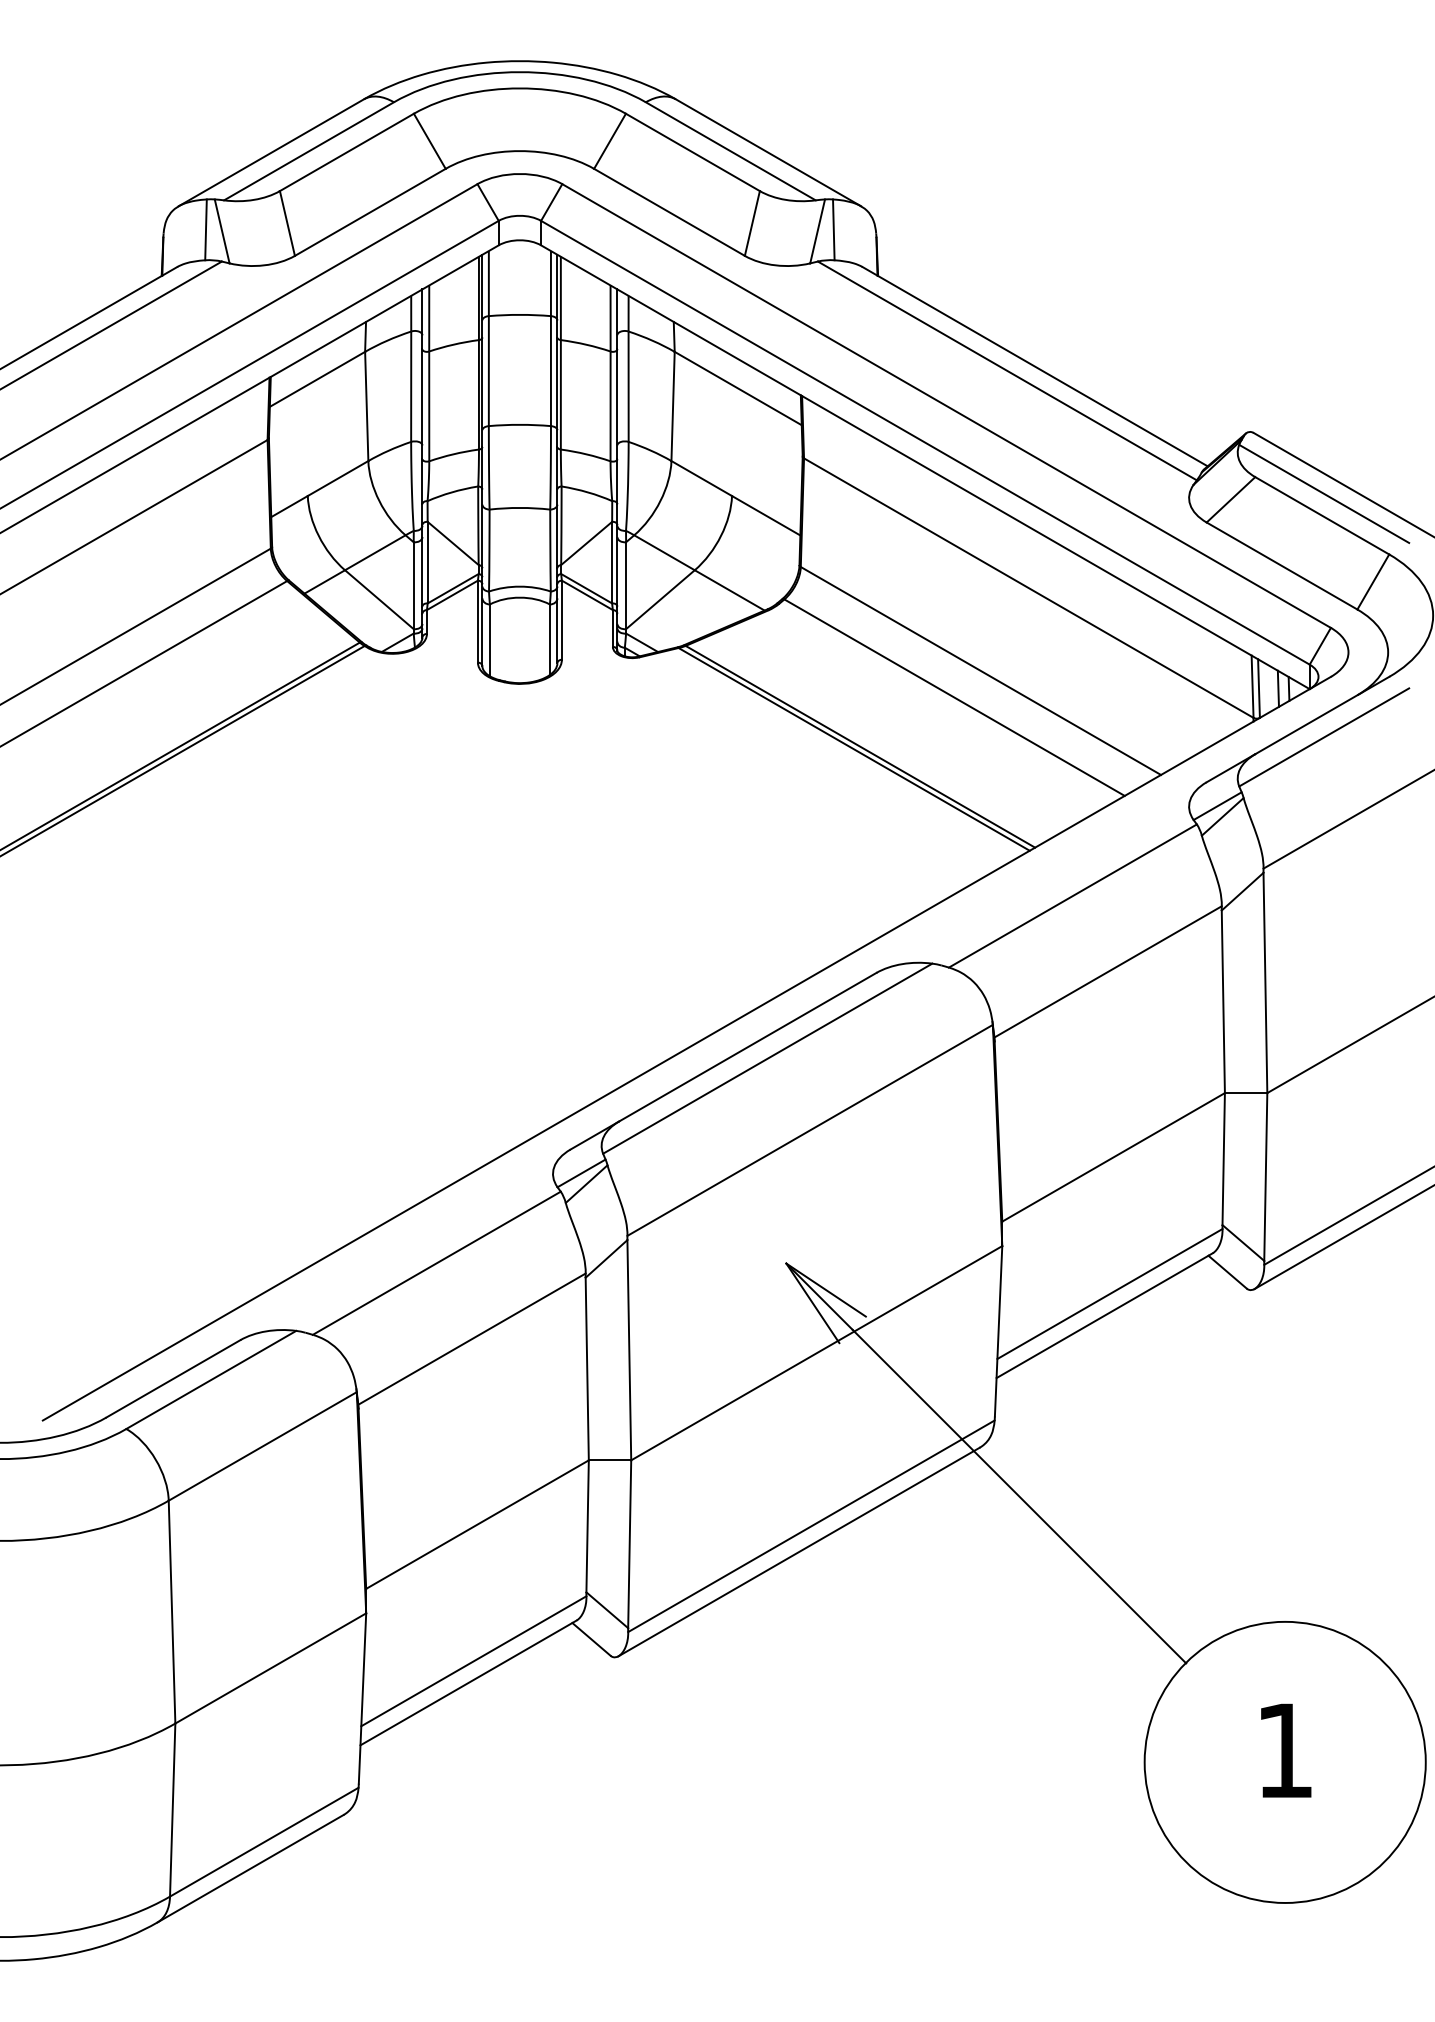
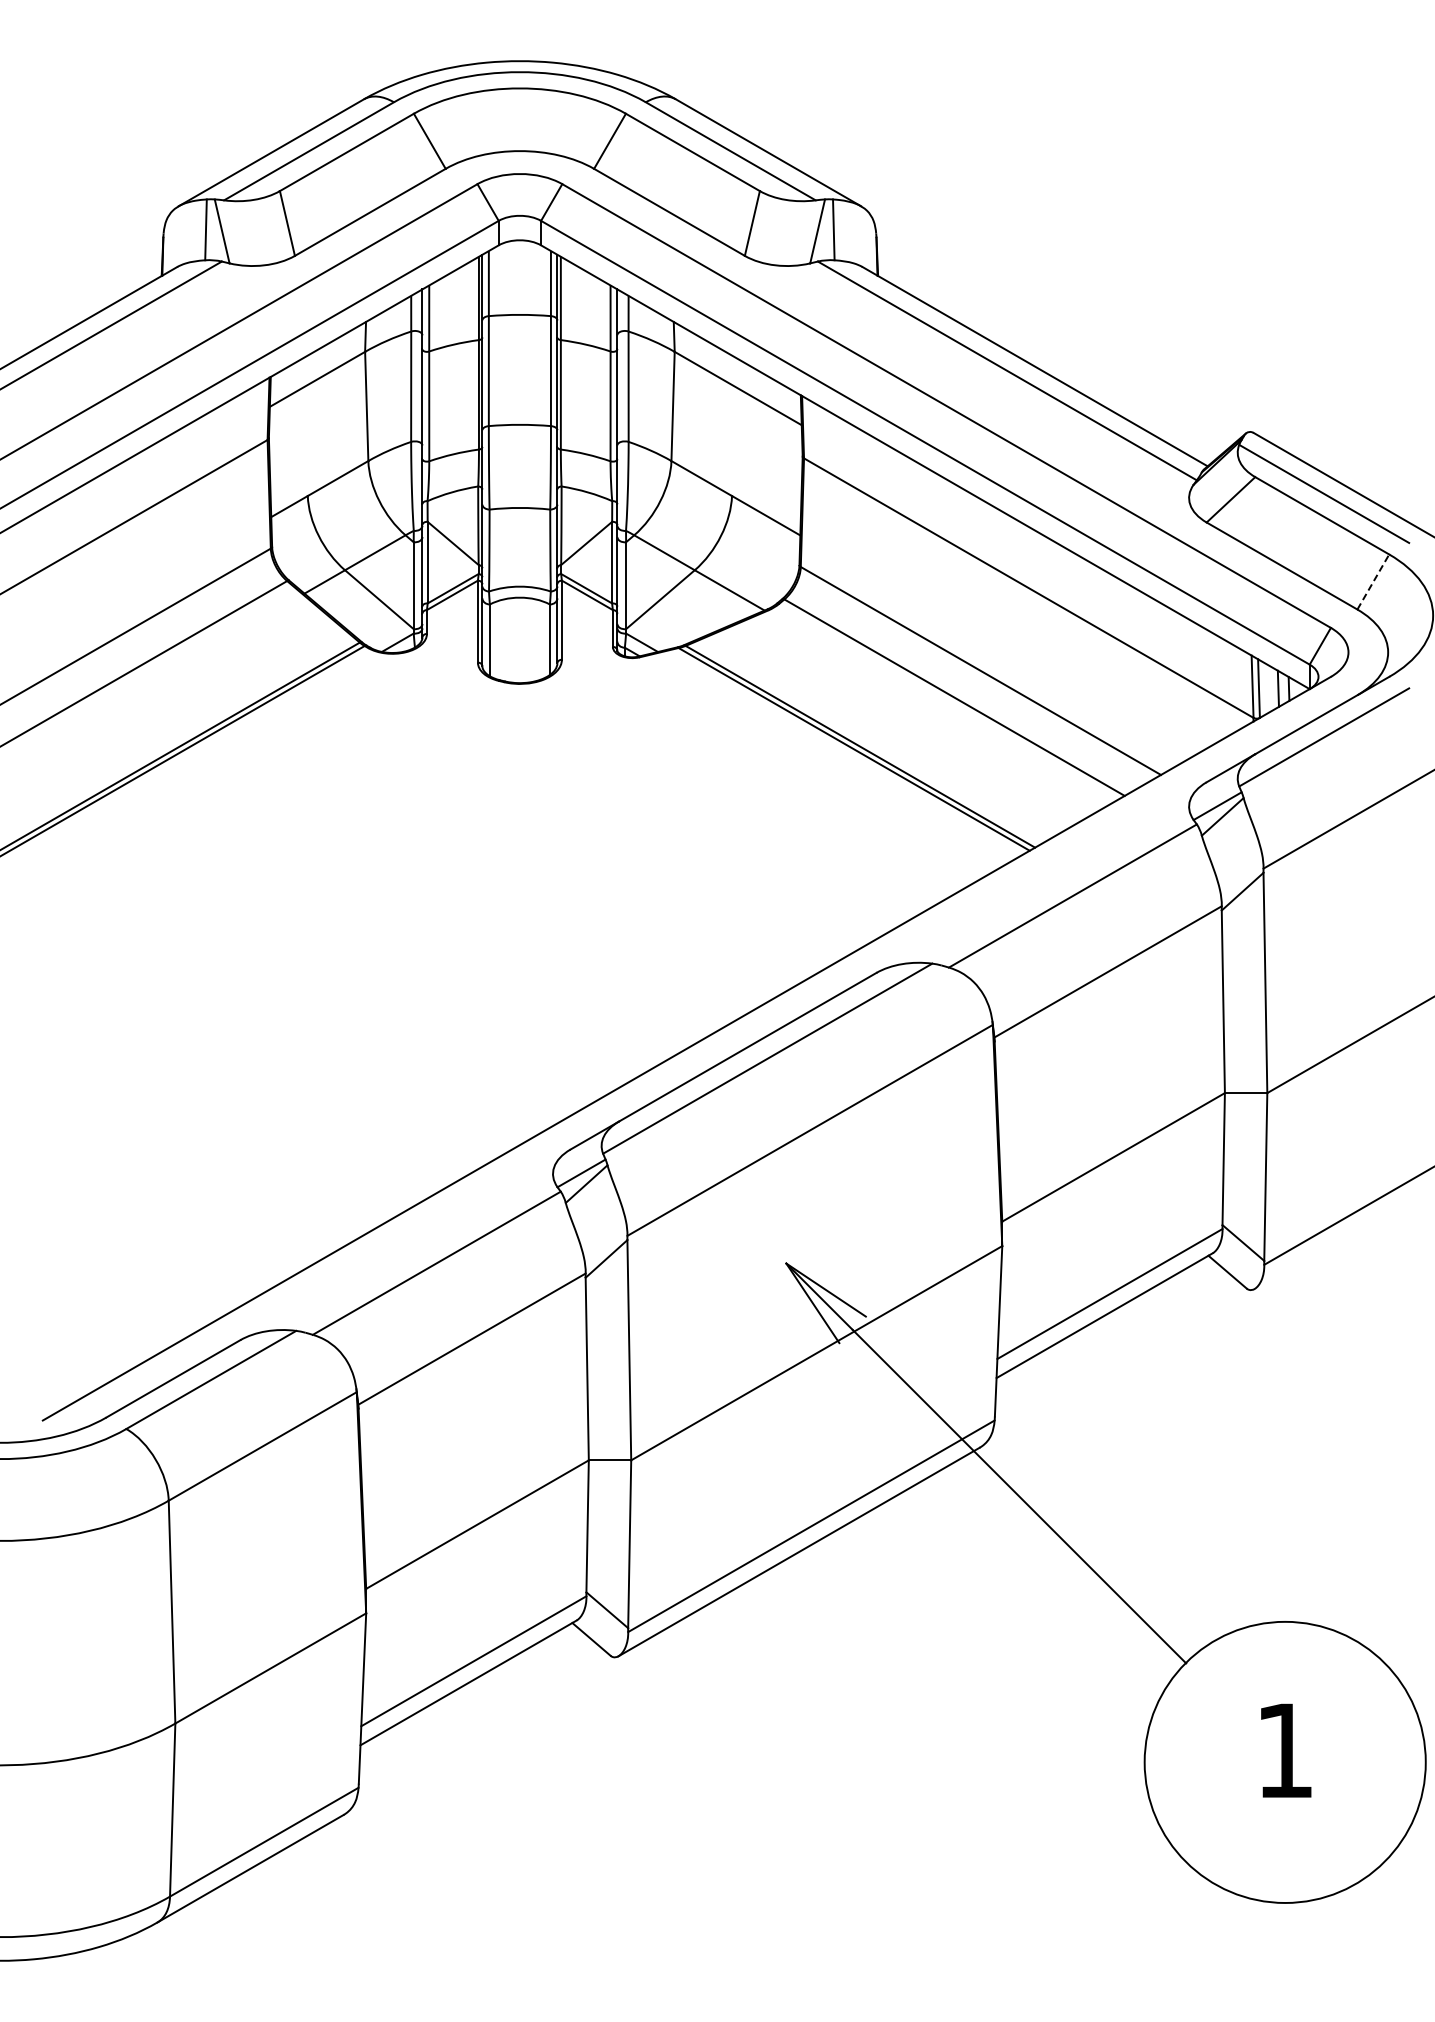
line at (1373, 582): solid -> dashed
line at (1342, 1237): present -> none
